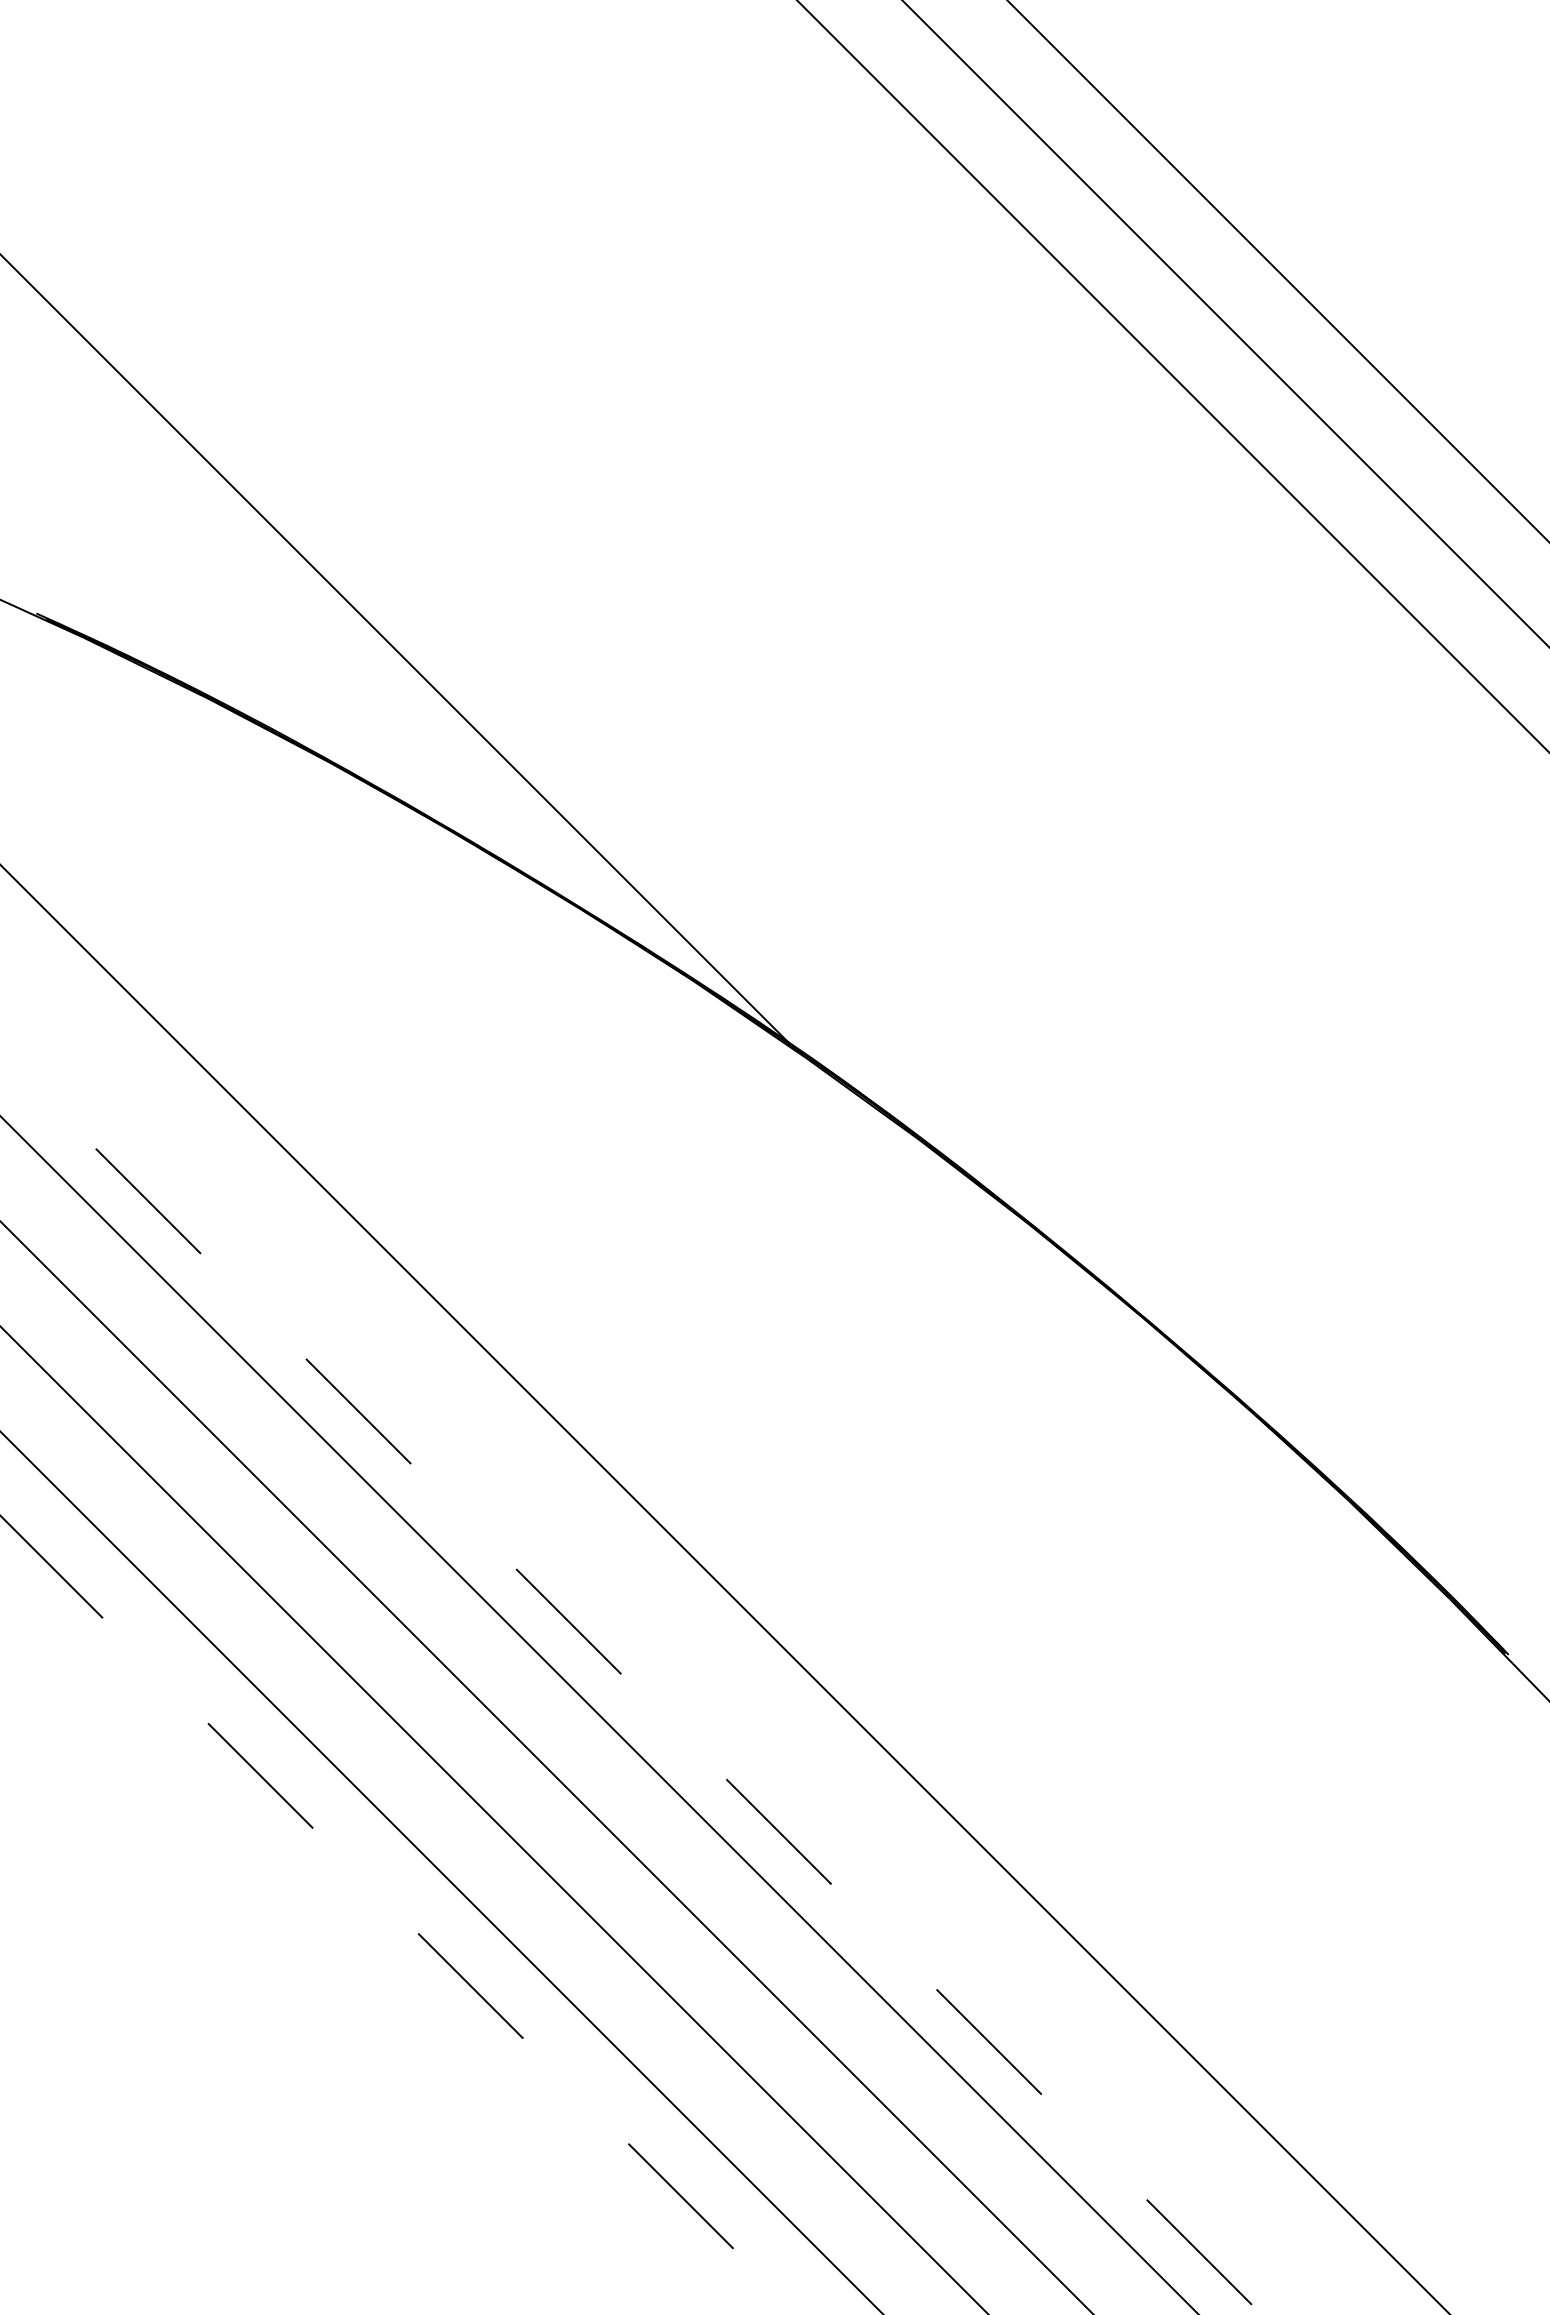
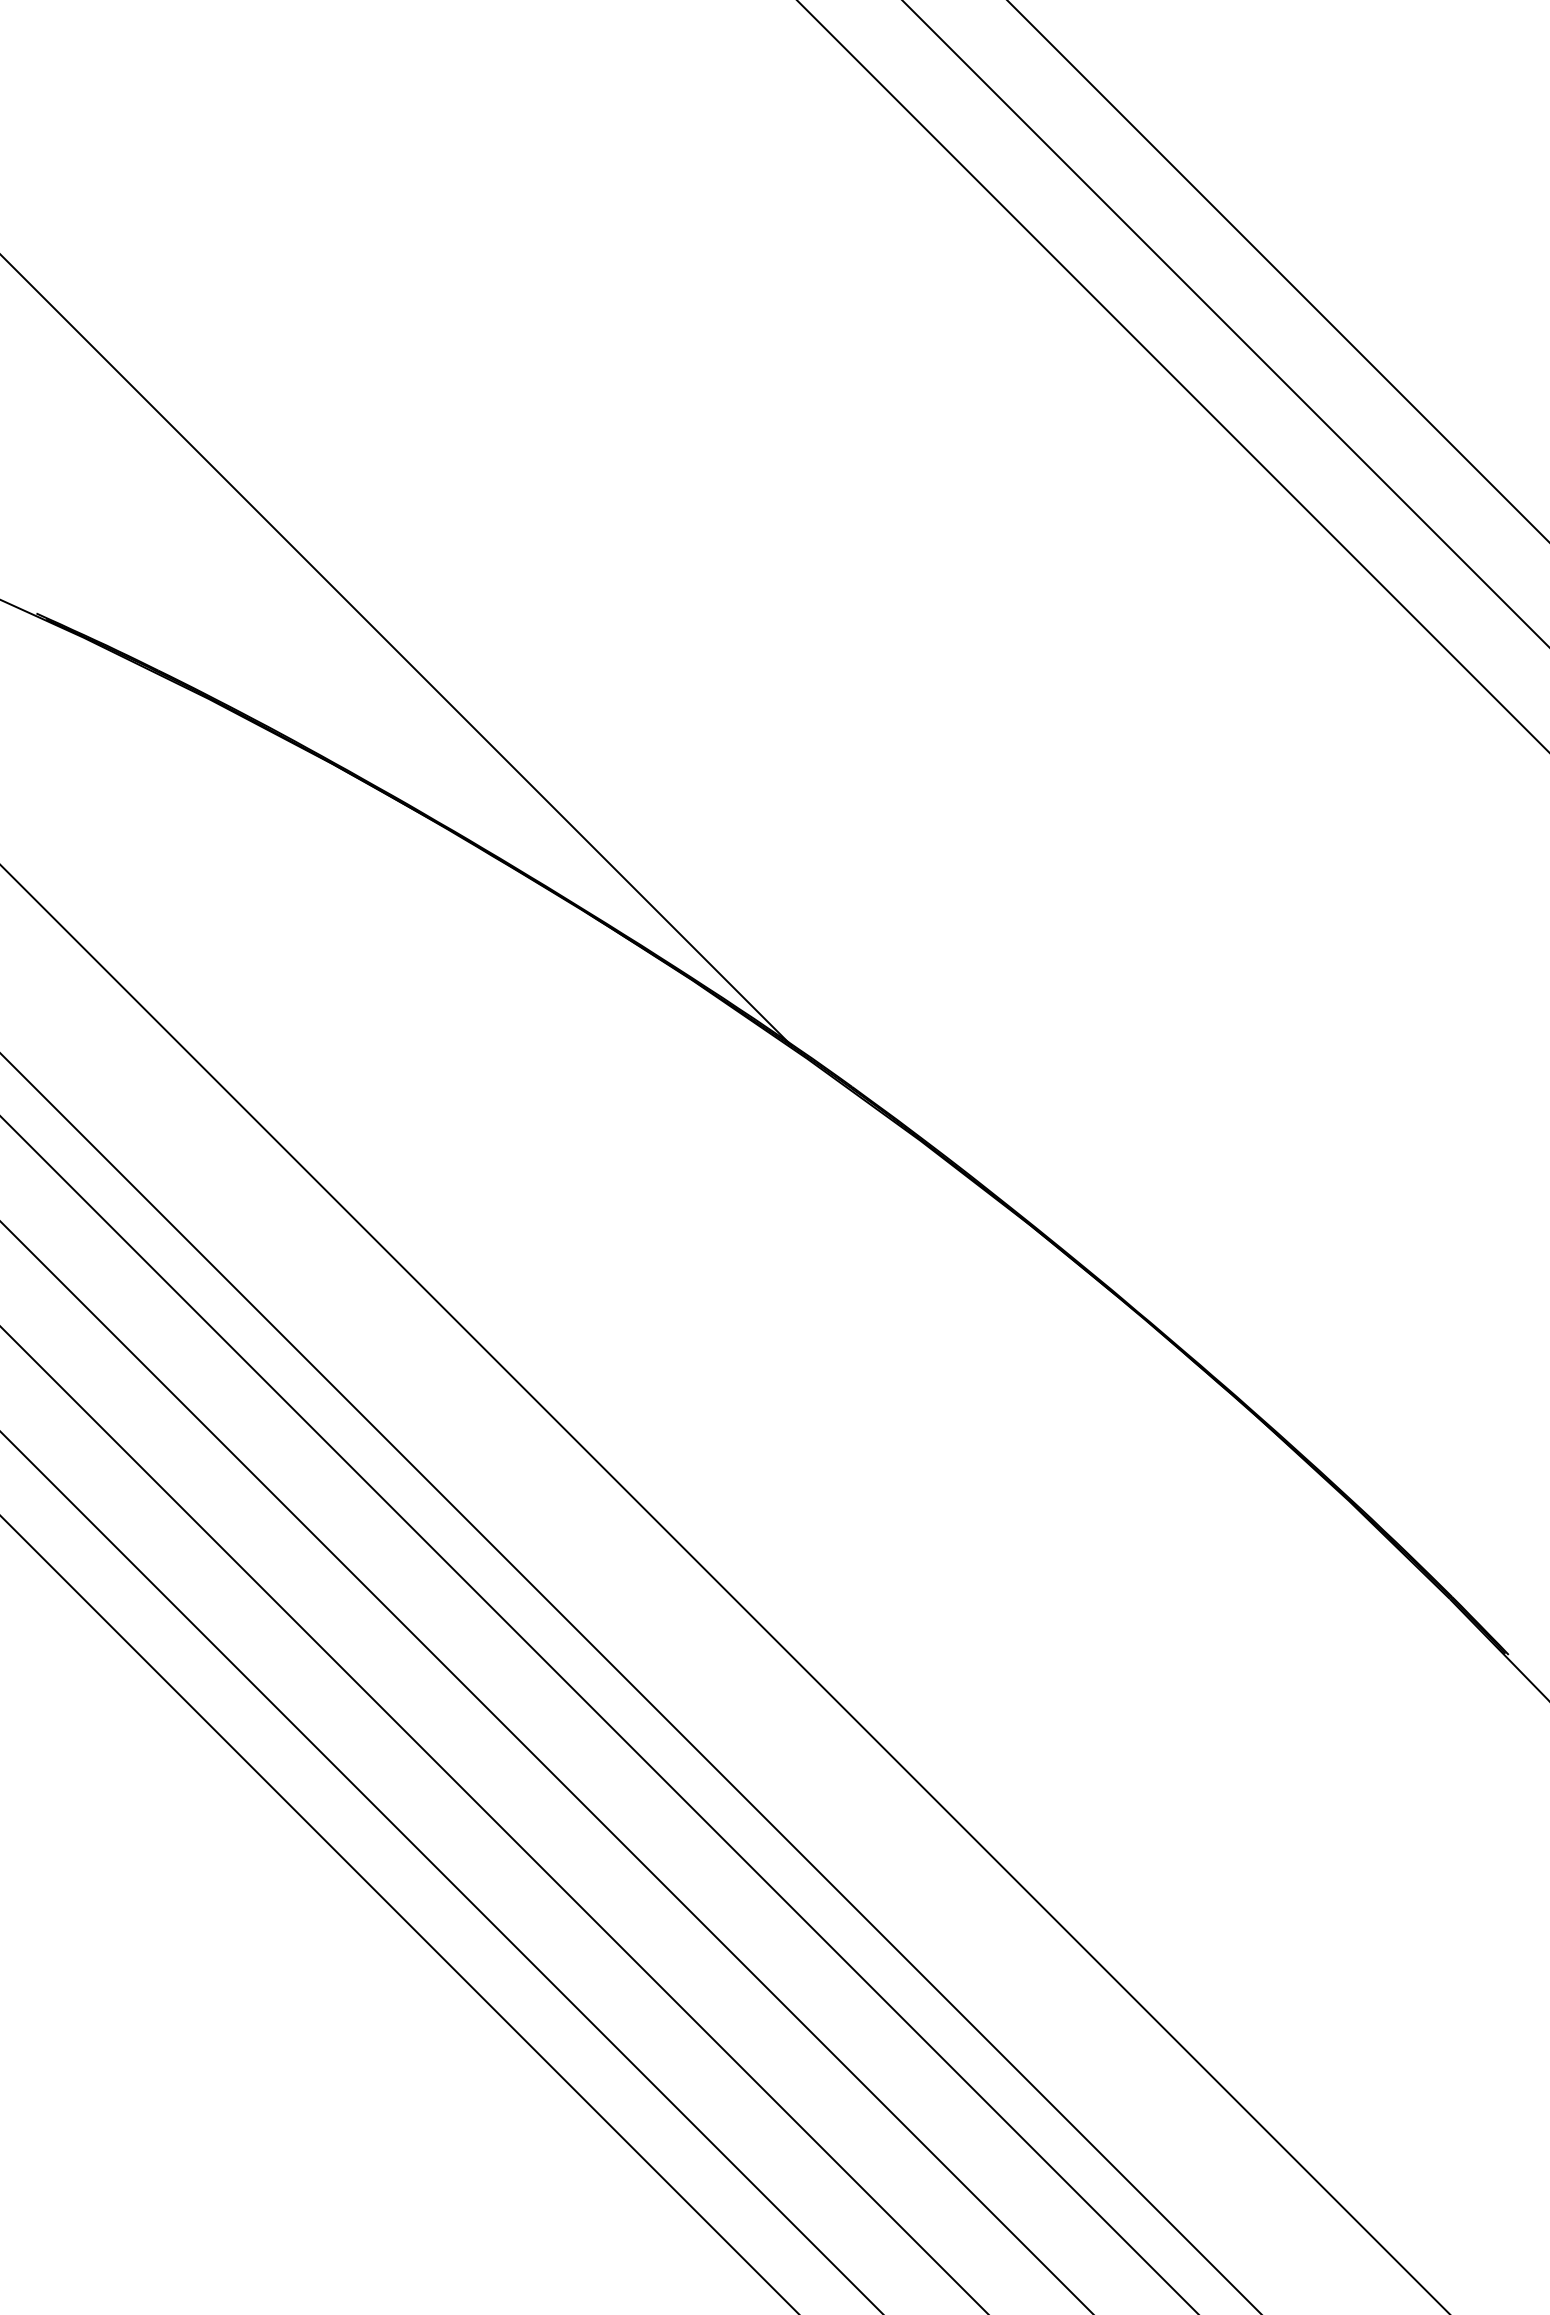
line at (631, 1684): dashed -> solid
line at (399, 1915): dashed -> solid
